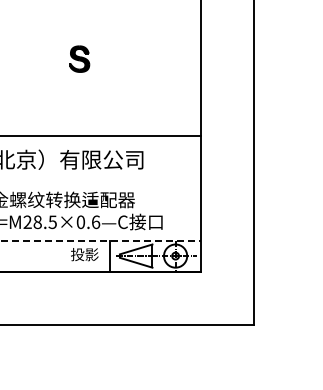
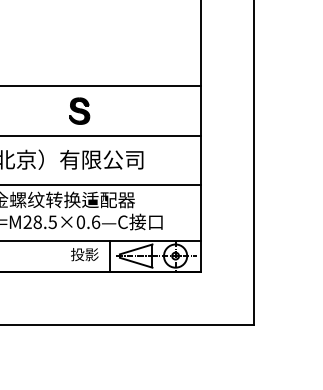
part at (79, 58) position: (79, 58) -> (79, 110)
line at (101, 86): none -> present
line at (101, 184): none -> present
line at (101, 240): dashed -> solid
